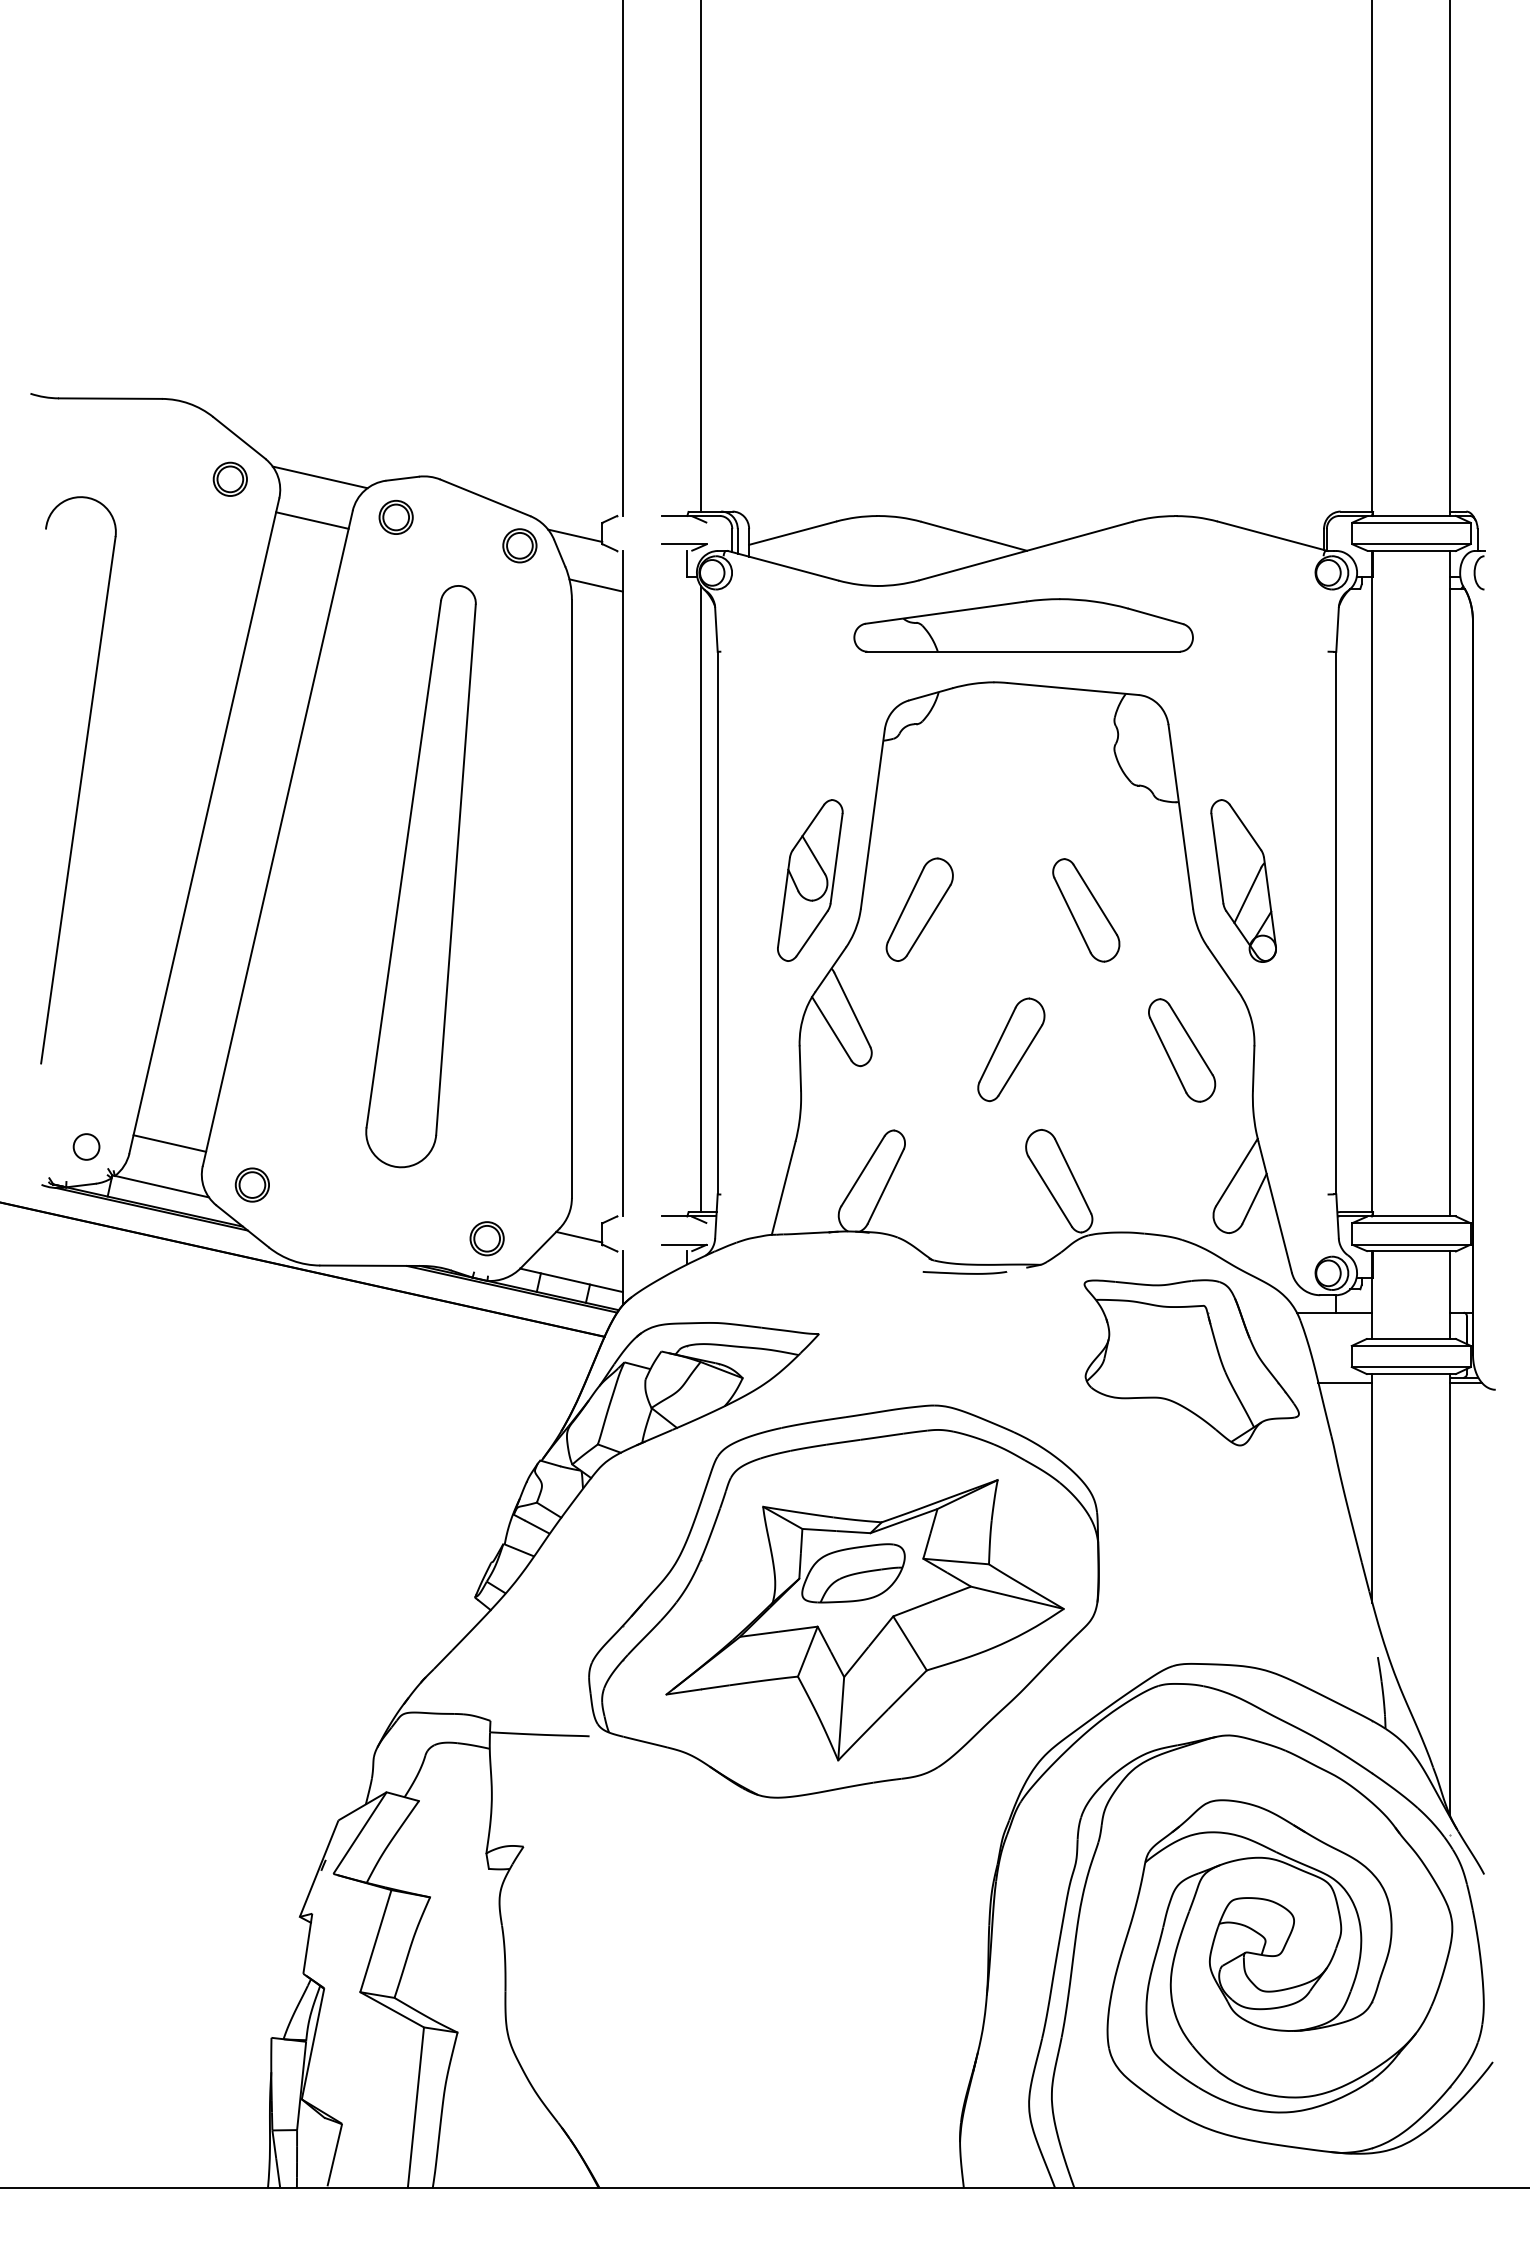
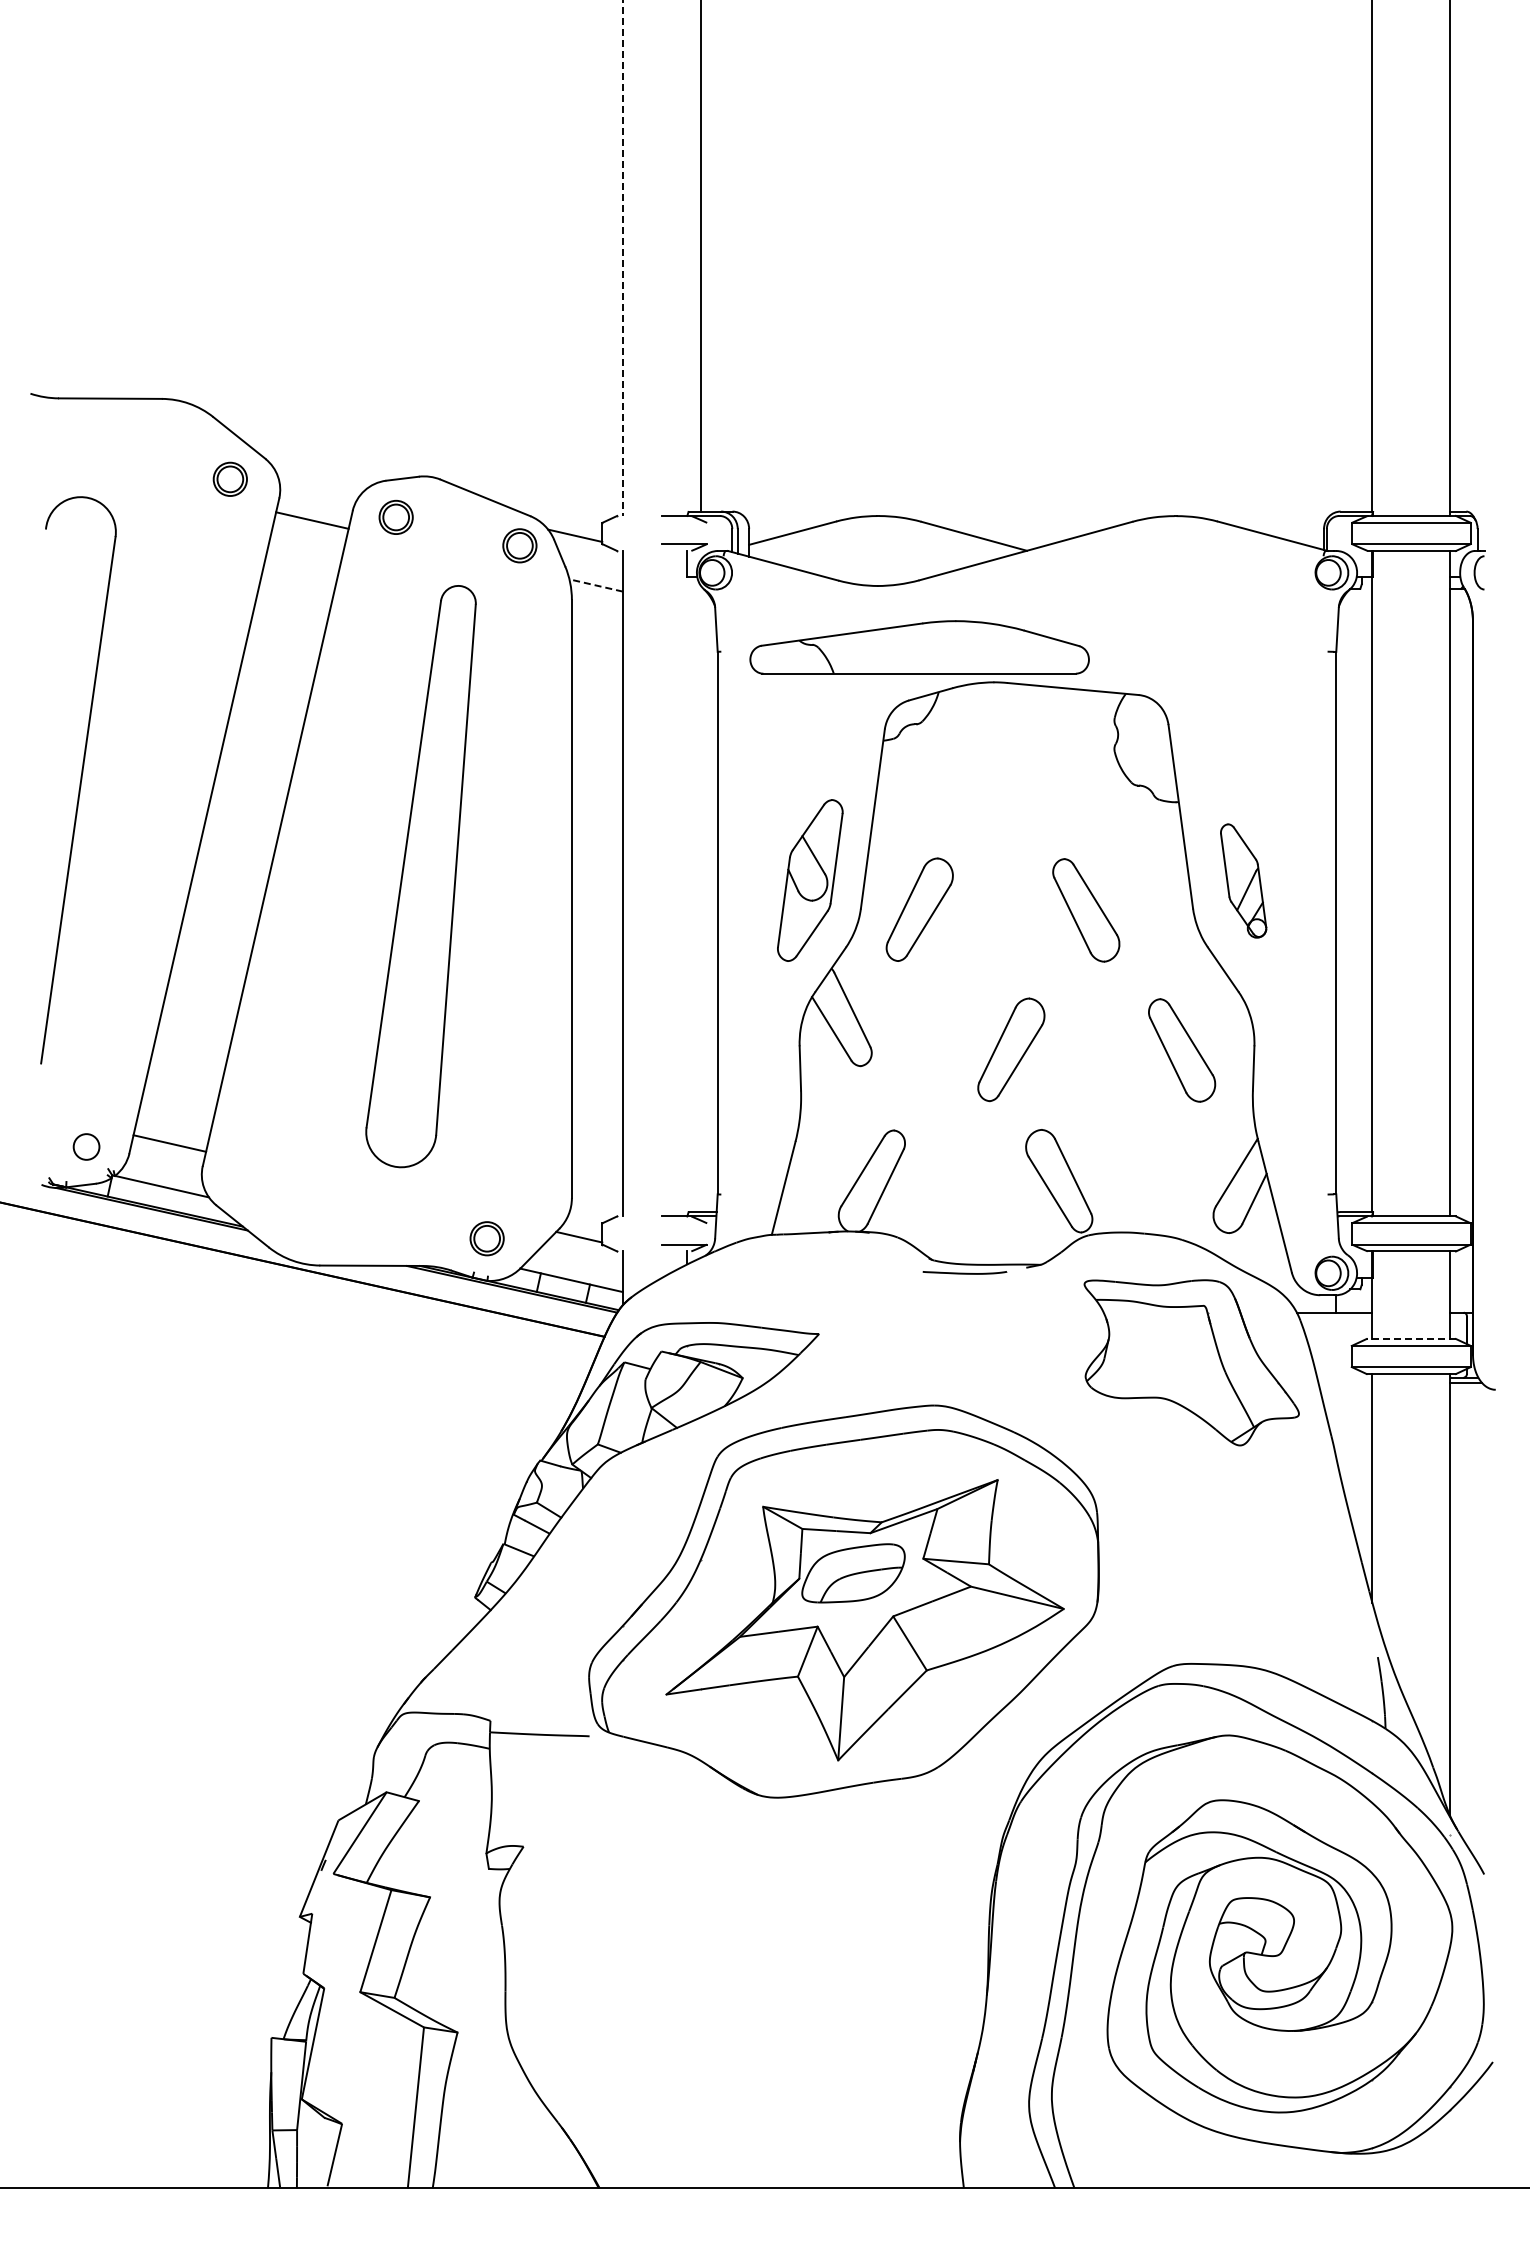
line at (622, 258): solid -> dashed
line at (319, 477): present -> none
line at (595, 585): solid -> dashed
part at (1023, 625) position: (1023, 625) -> (919, 647)
part at (1243, 880) size: 67x164 px -> 48x116 px
line at (700, 898): present -> none
part at (251, 1184): present -> none
line at (1411, 1339): solid -> dashed
line at (1345, 1382): present -> none
